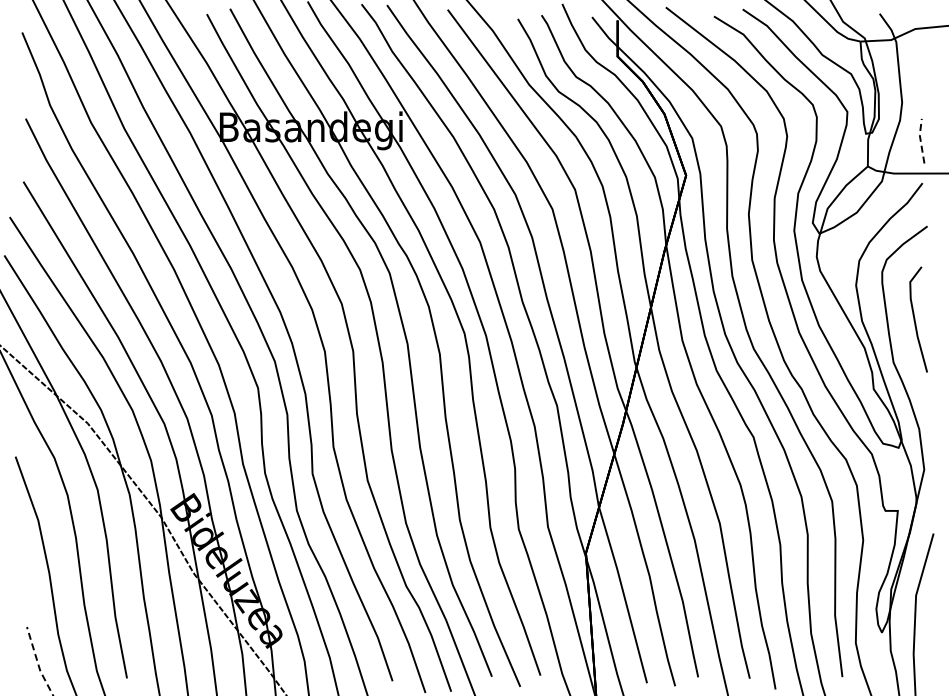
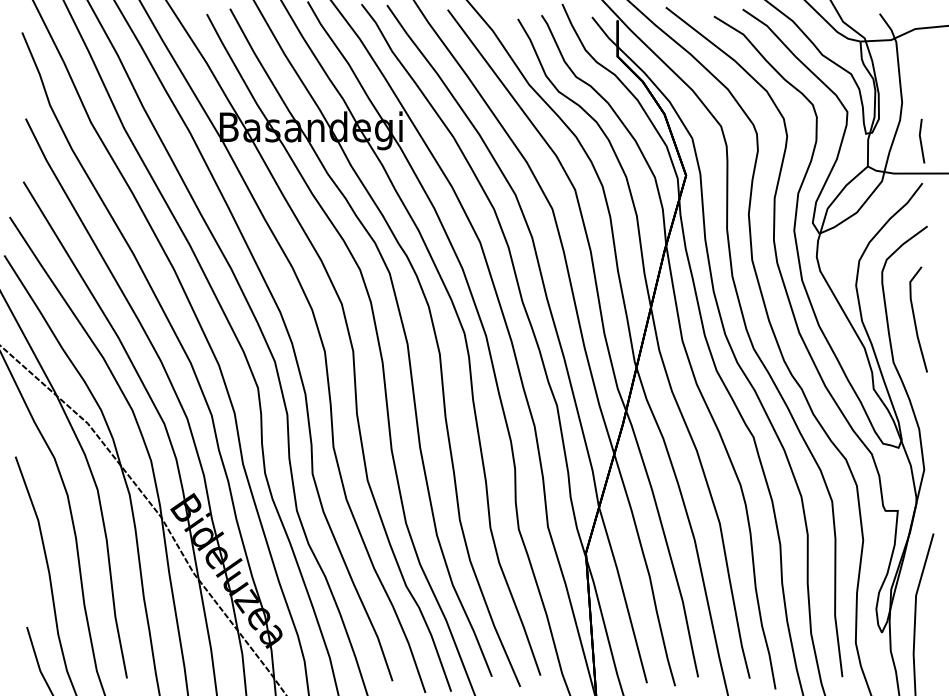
line at (920, 140): dashed -> solid
line at (37, 662): dashed -> solid
